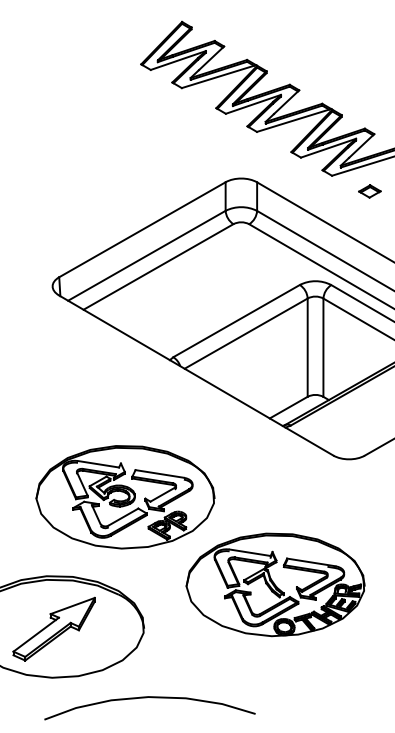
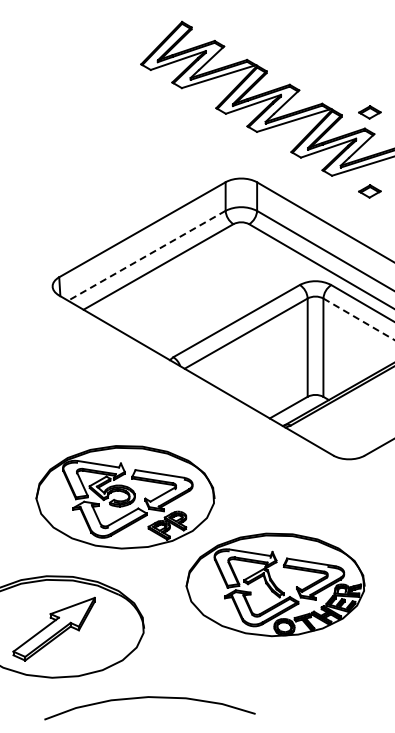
part at (369, 112): none -> present
line at (146, 255): solid -> dashed
line at (359, 319): solid -> dashed
